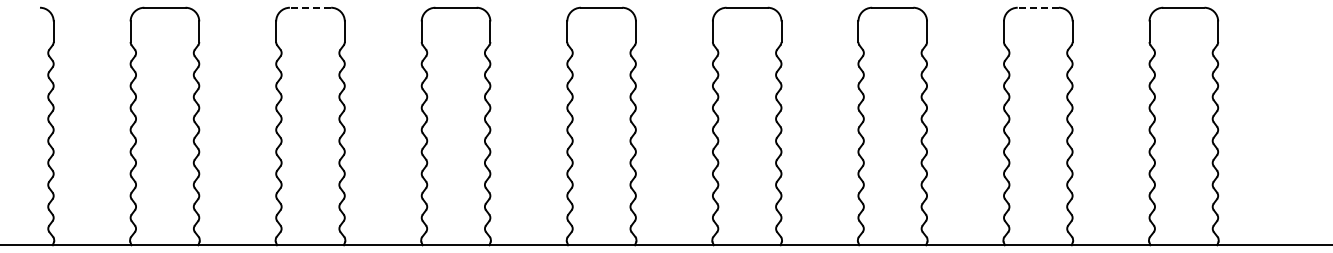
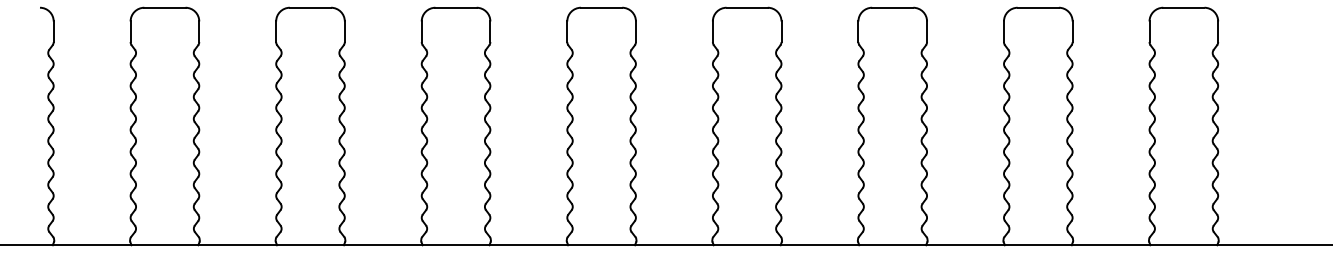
line at (310, 7): dashed -> solid
line at (1038, 7): dashed -> solid
